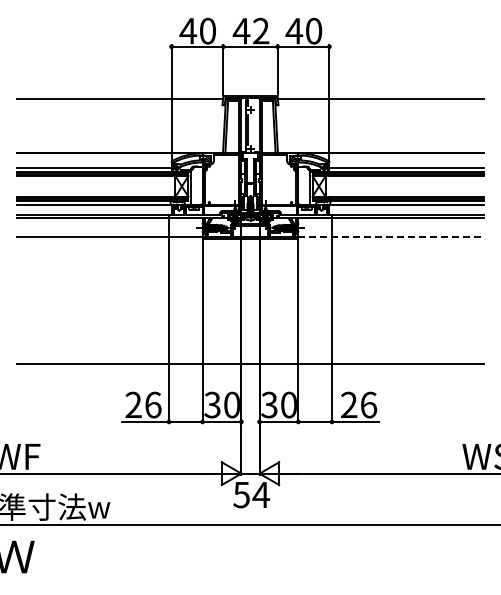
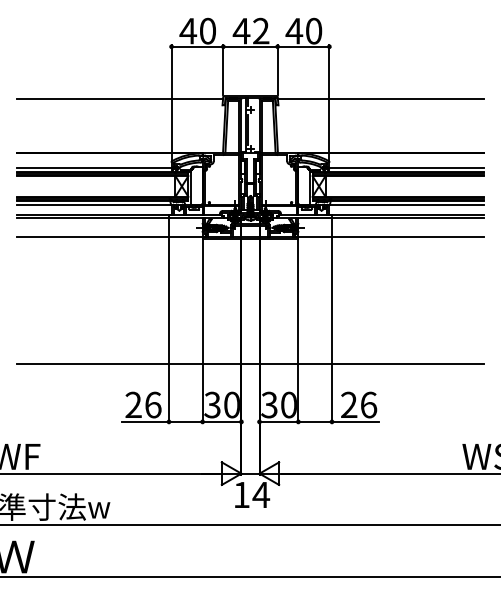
line at (391, 236): dashed -> solid
text at (241, 495): 54 -> 14
line at (249, 577): none -> present
